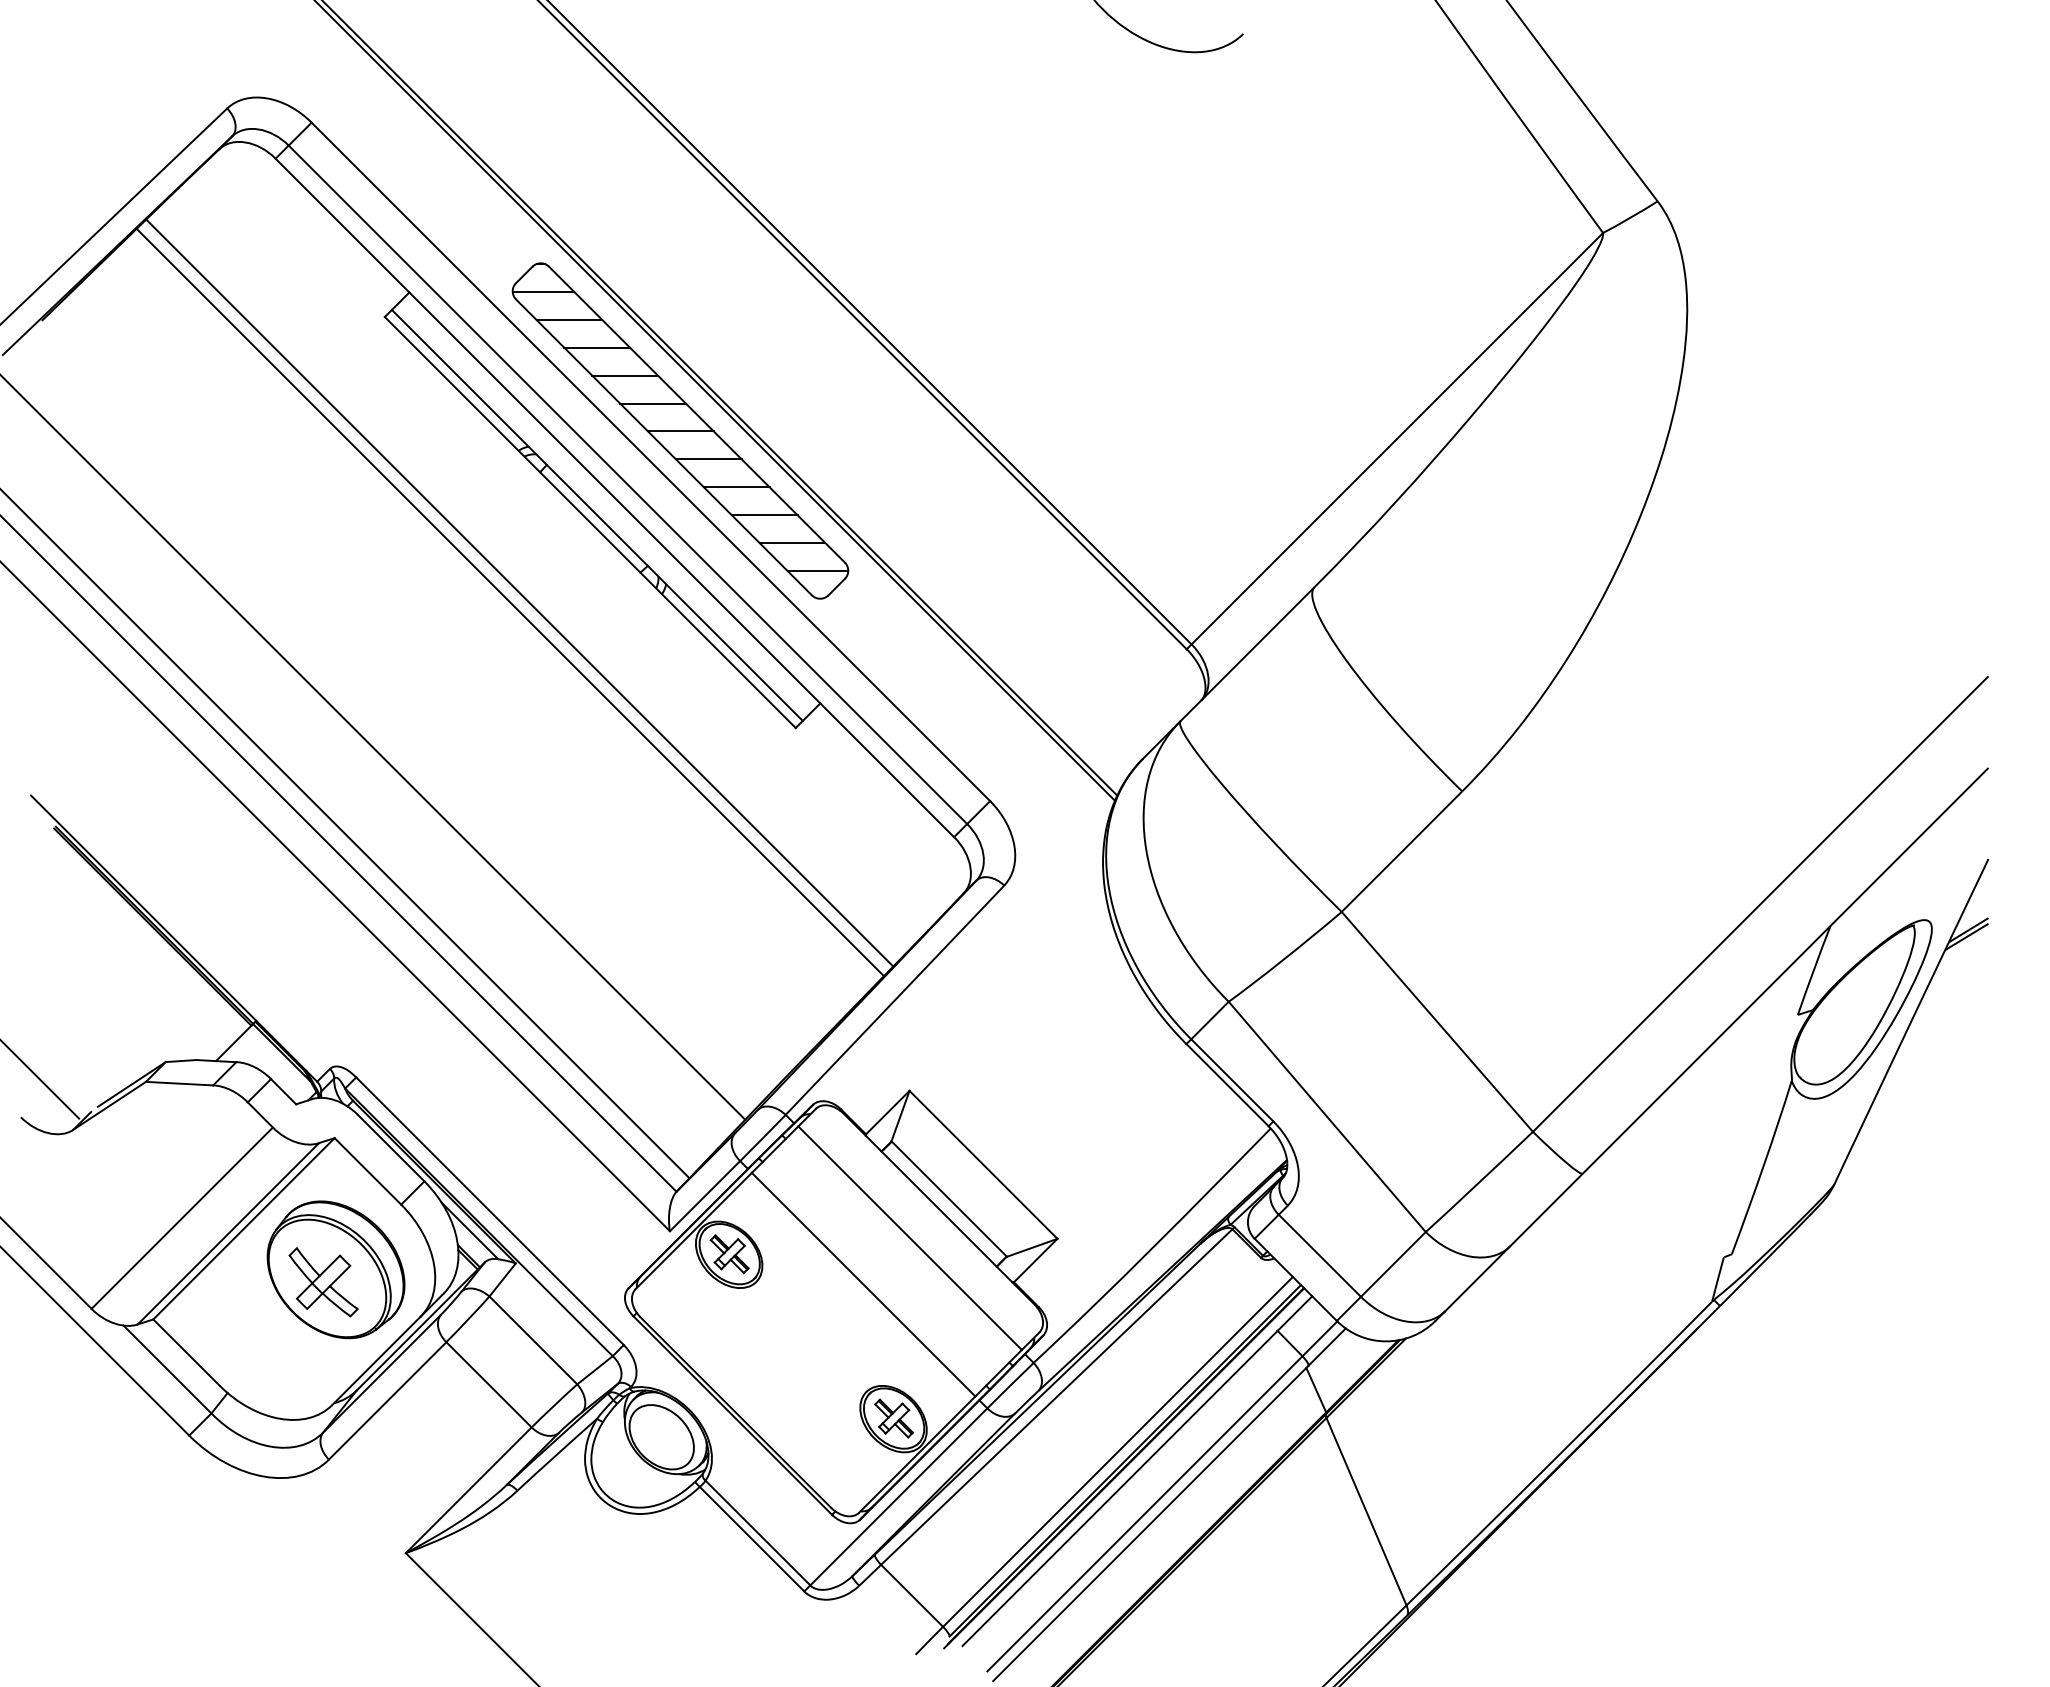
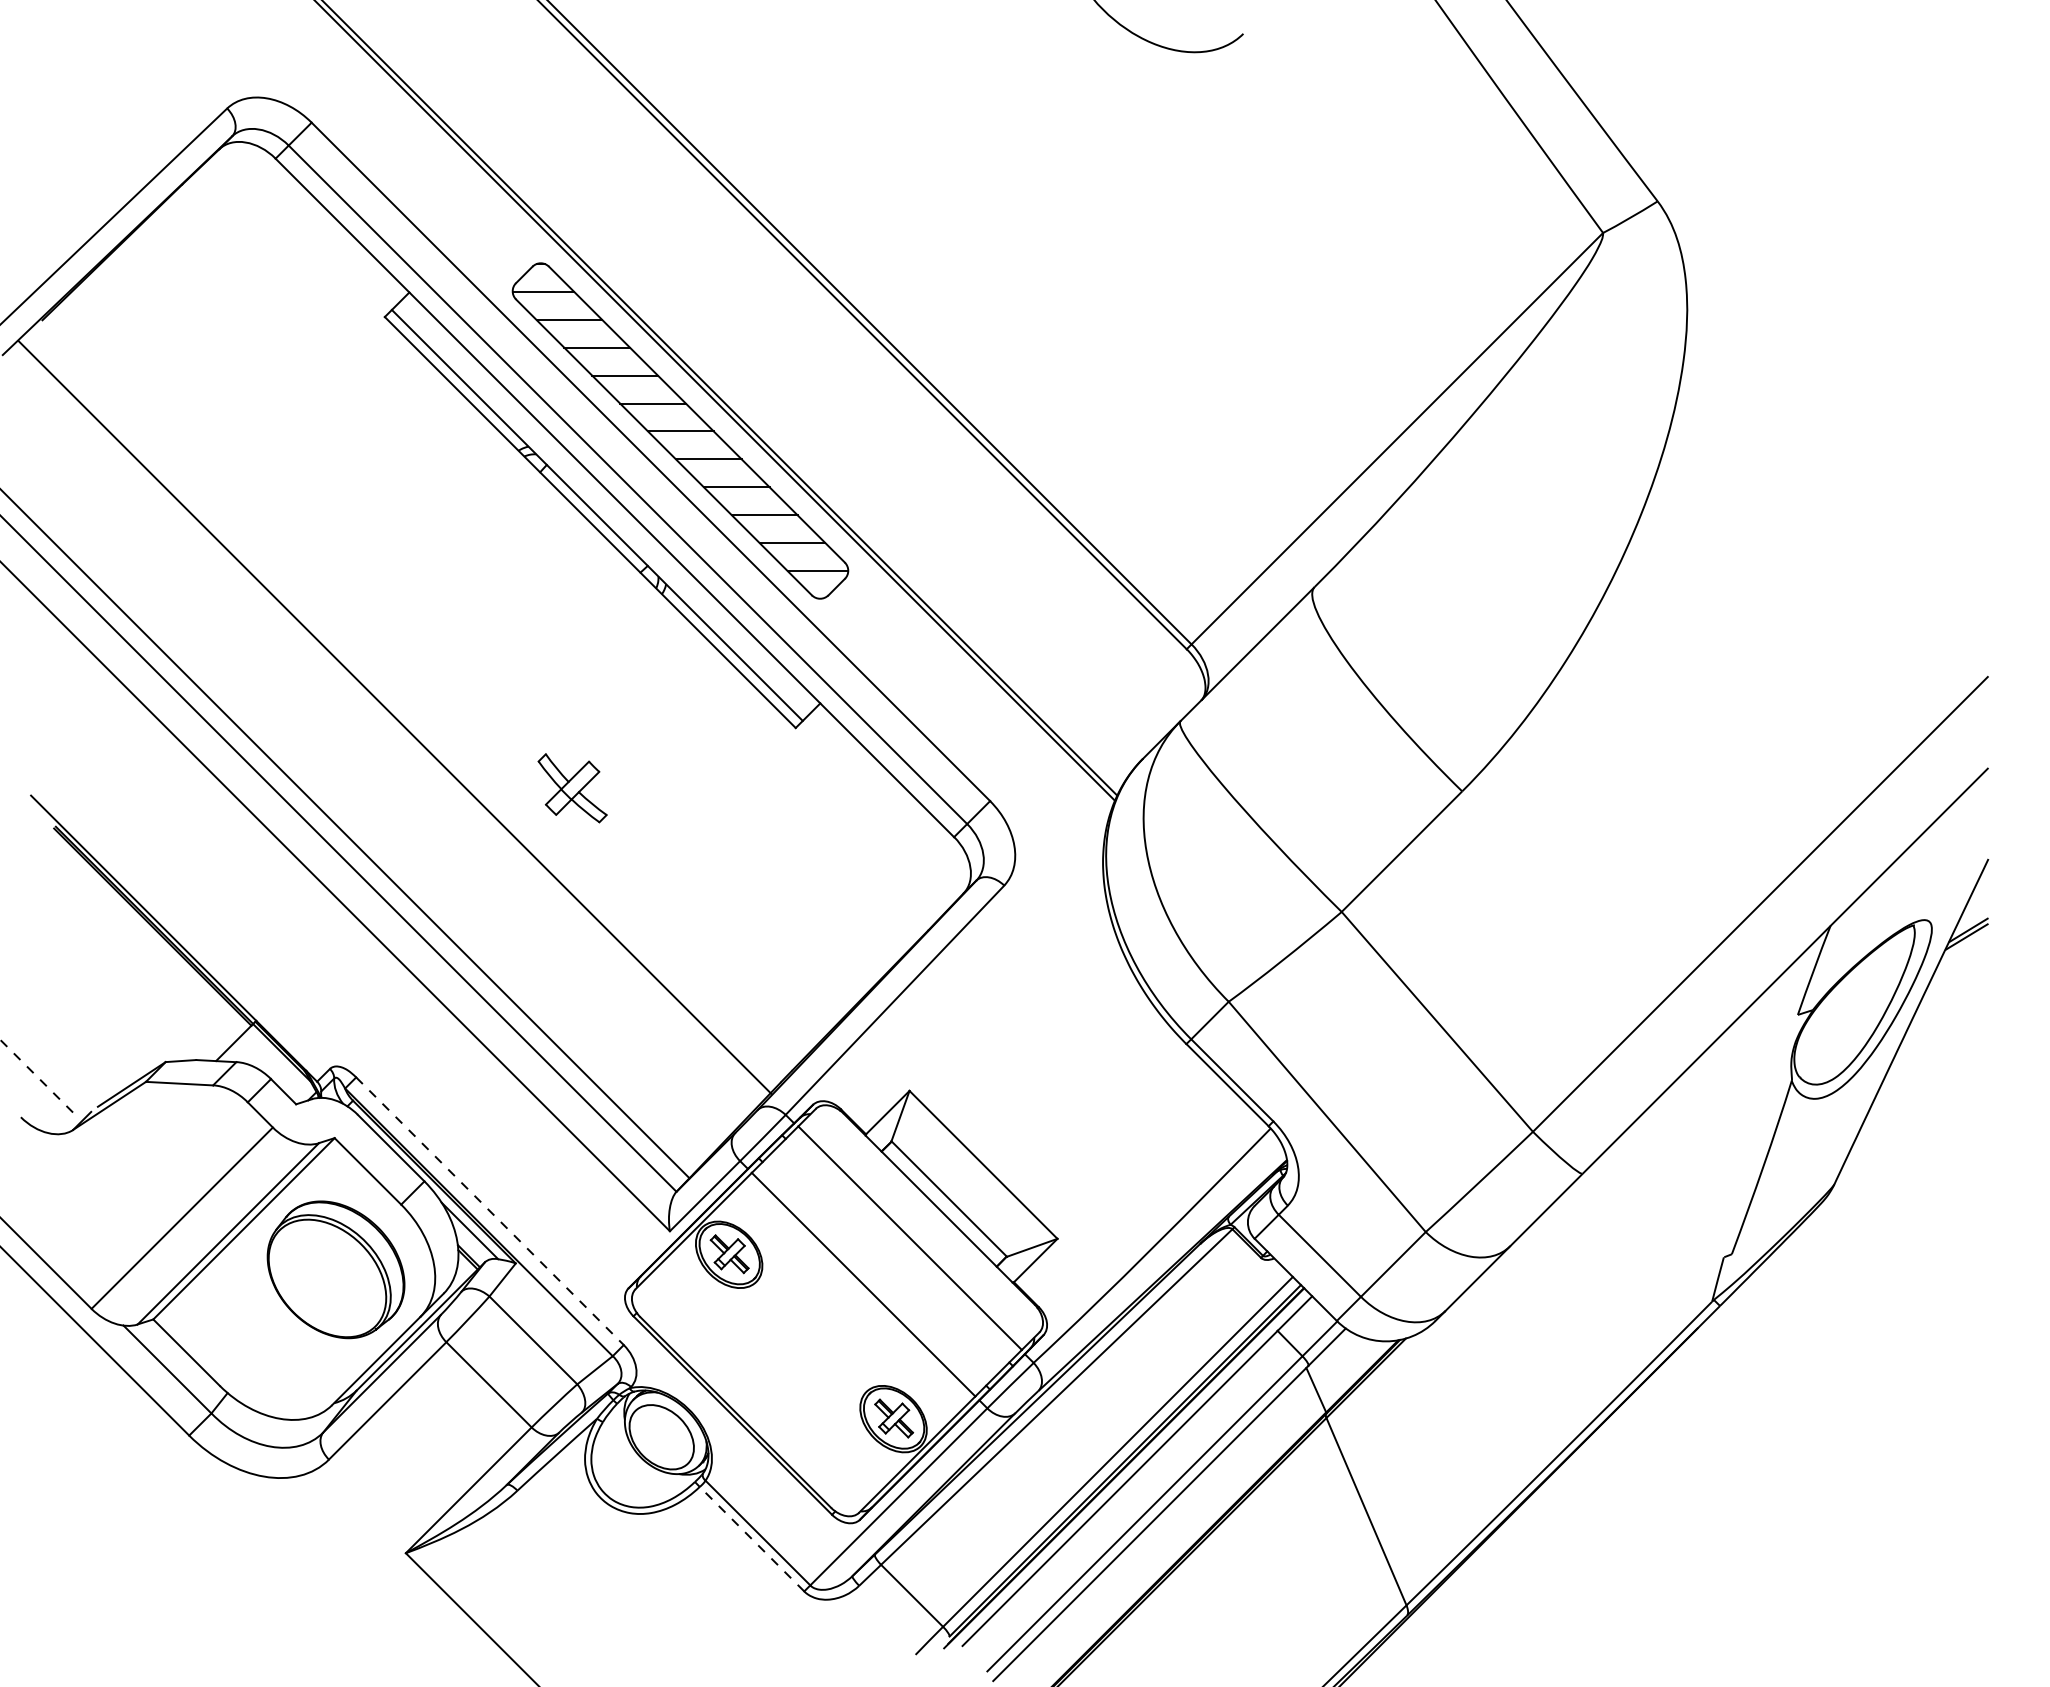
line at (519, 592): present -> none
line at (509, 602): present -> none
line at (373, 747) position: (373, 747) -> (395, 717)
line at (39, 1079): solid -> dashed
line at (490, 1211): solid -> dashed
part at (323, 1282) position: (323, 1282) -> (572, 788)
line at (752, 1539): solid -> dashed
